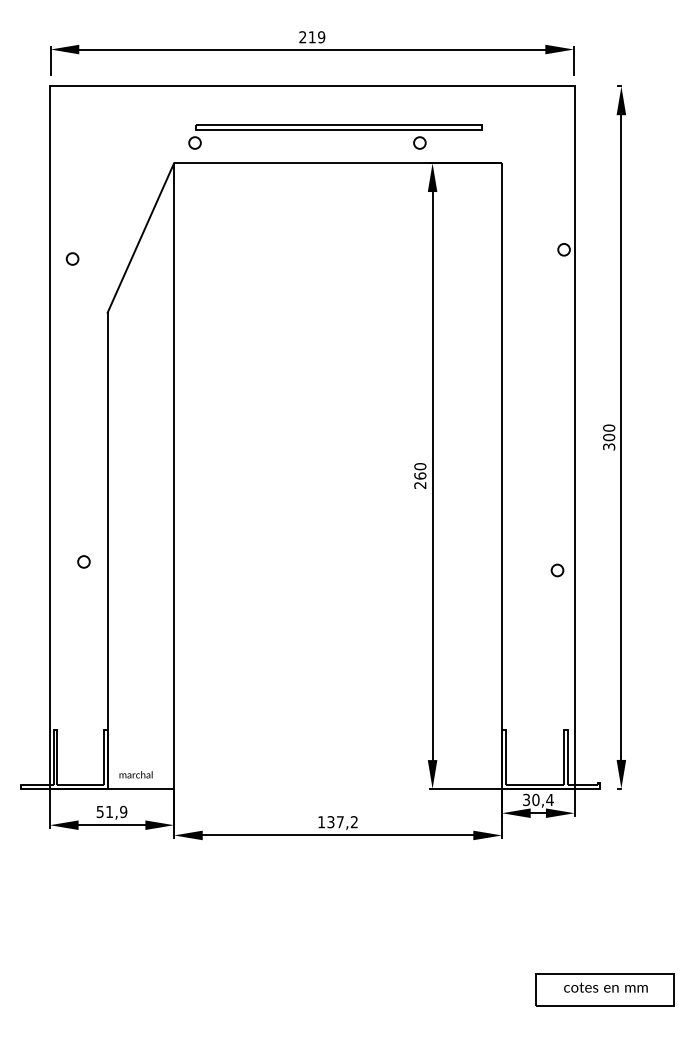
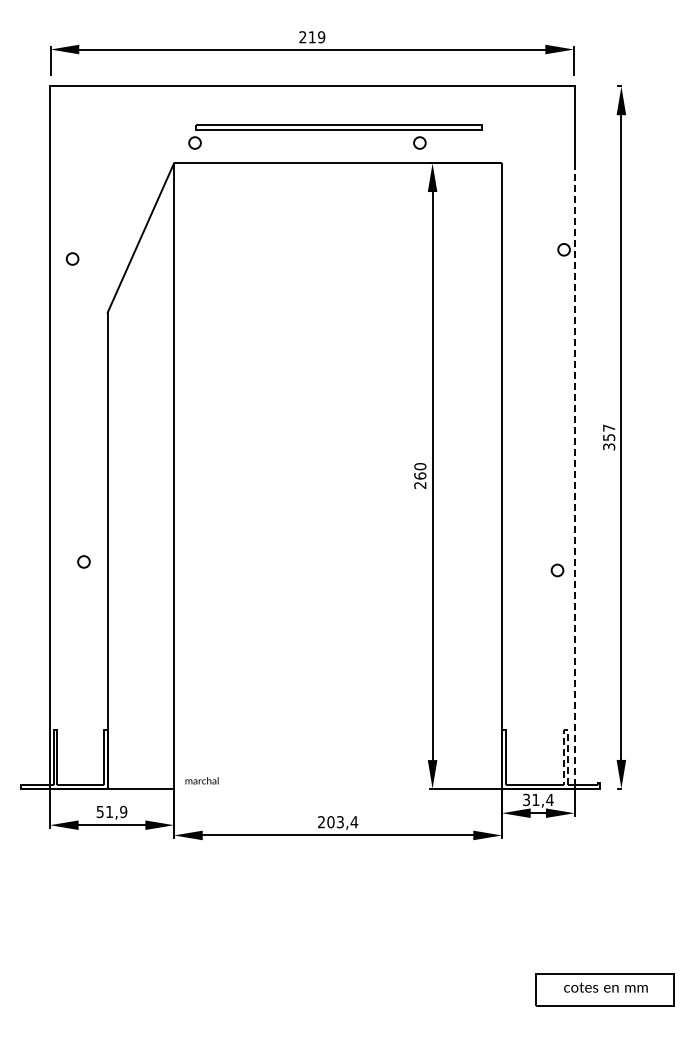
text at (609, 432): 300 -> 357
line at (574, 474): solid -> dashed
line at (565, 730): solid -> dashed
text at (135, 774) position: (135, 774) -> (201, 780)
text at (535, 799): 30,4 -> 31,4
text at (338, 822): 137,2 -> 203,4
